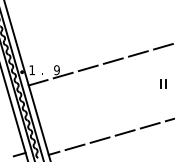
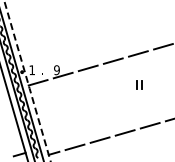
line at (27, 80): solid -> dashed
part at (163, 83) position: (163, 83) -> (139, 84)
